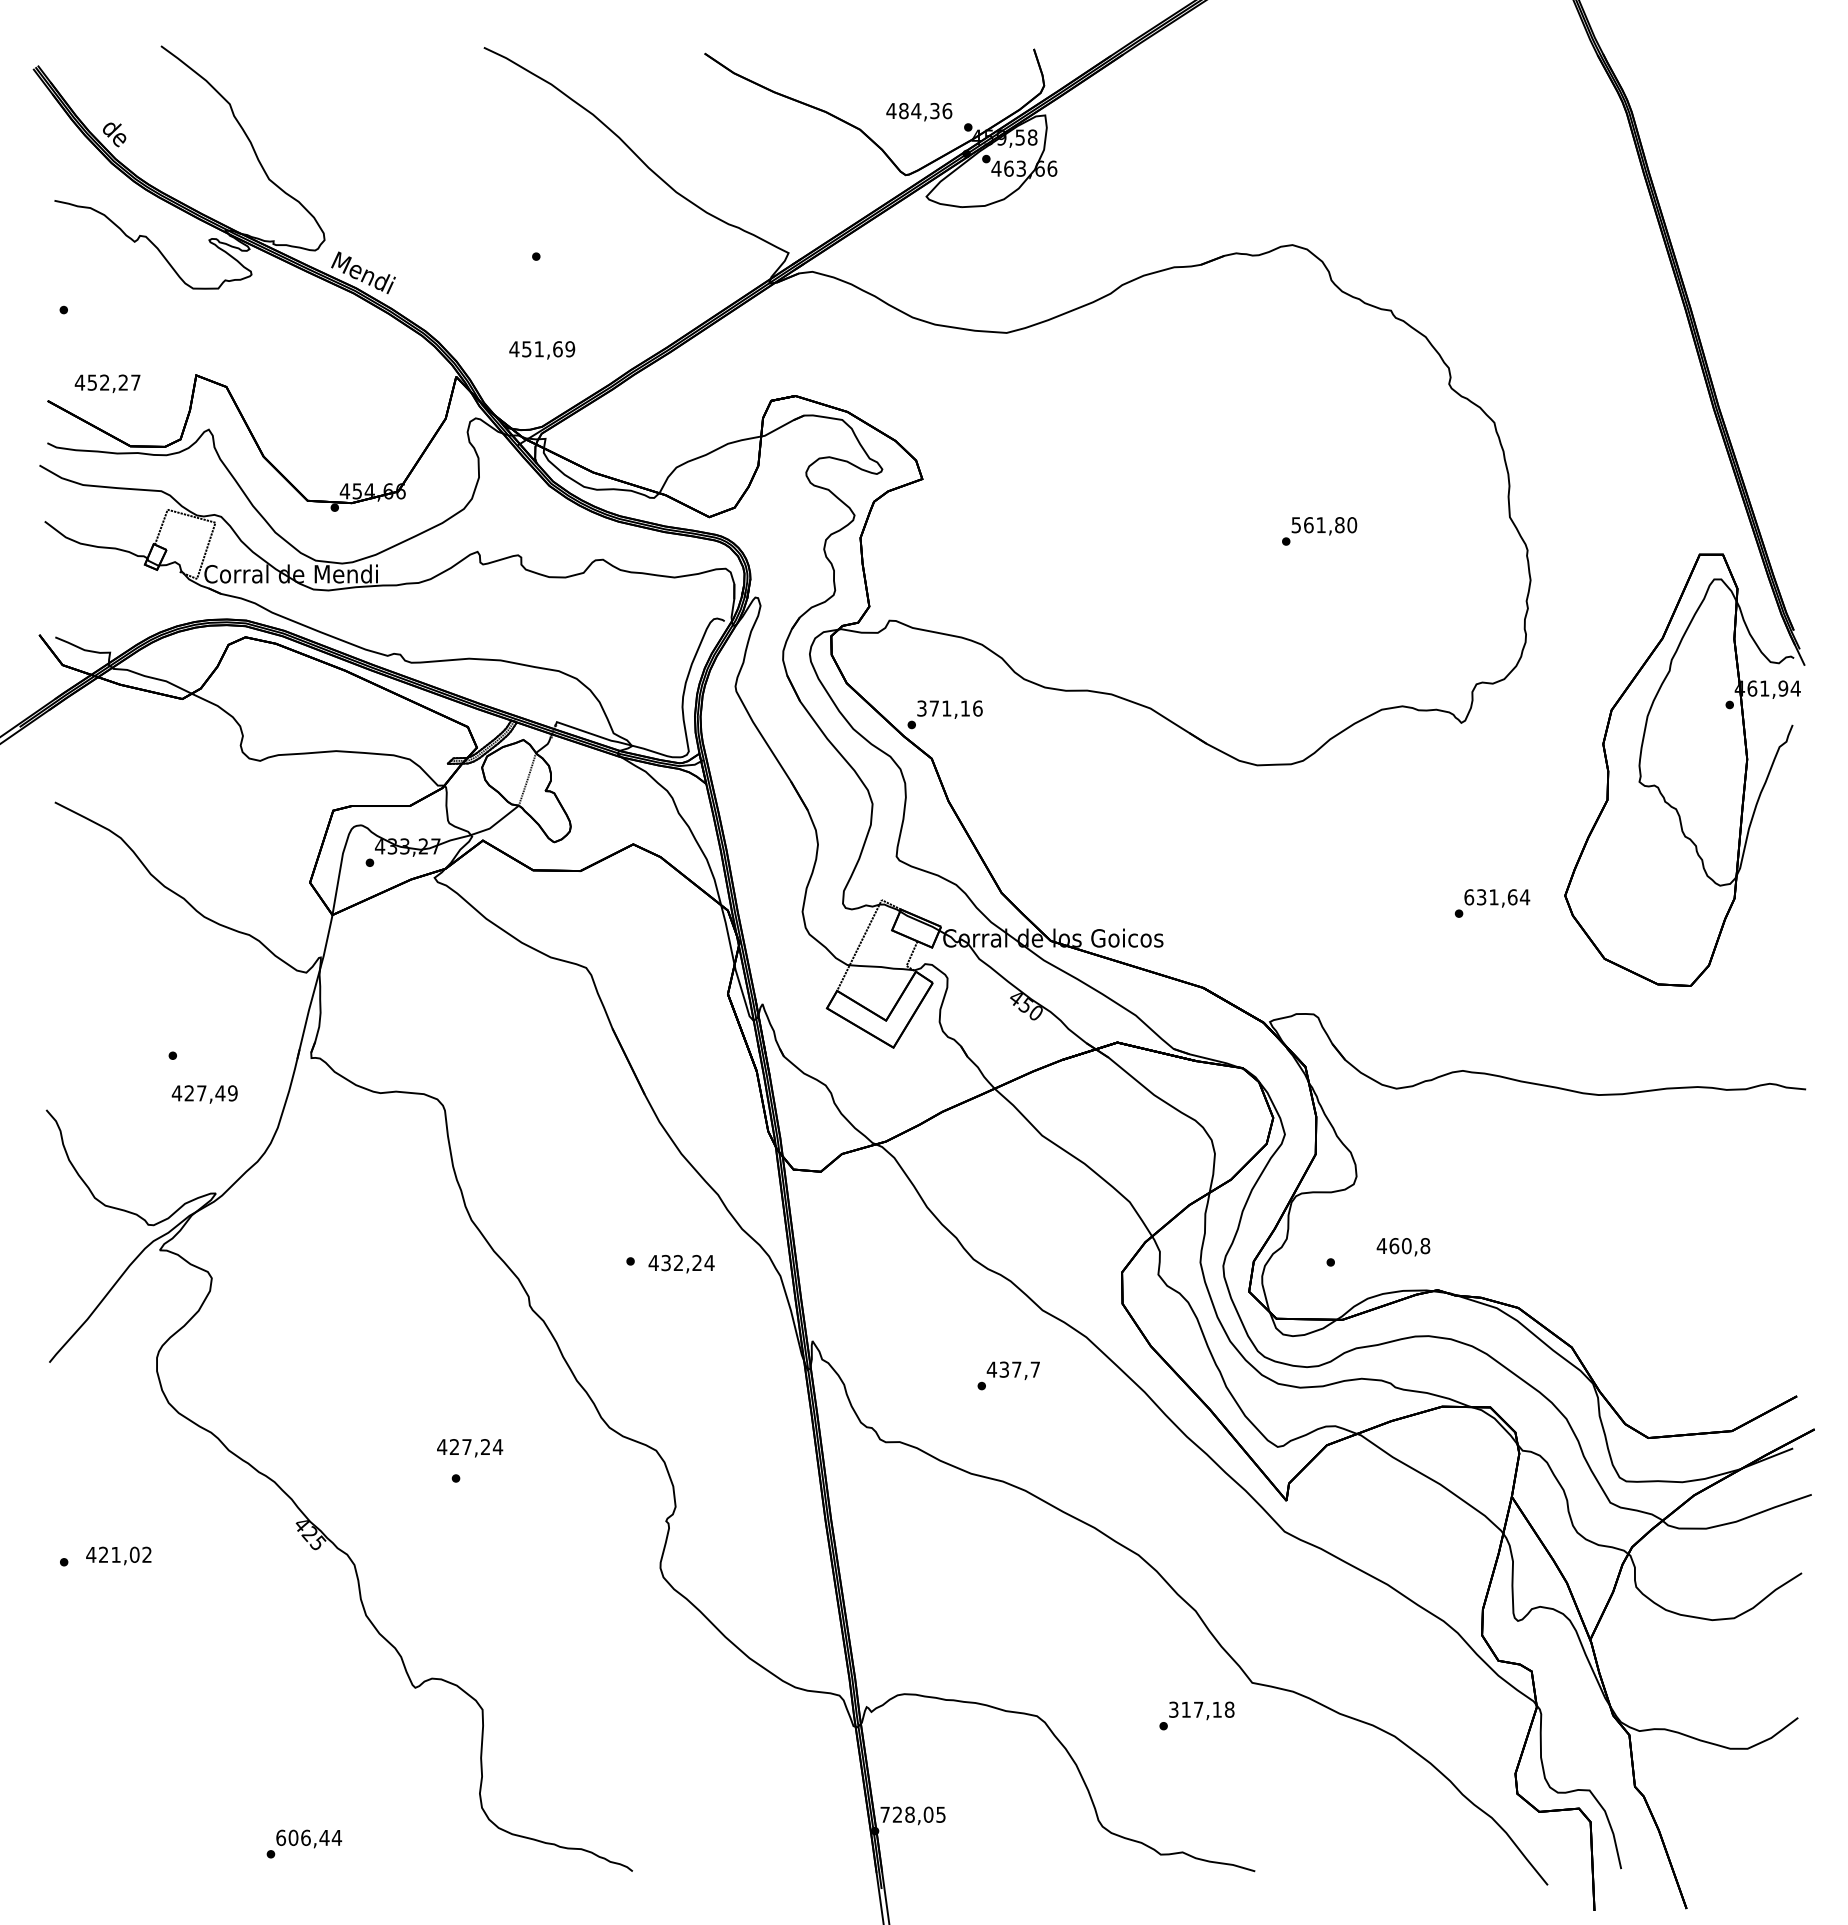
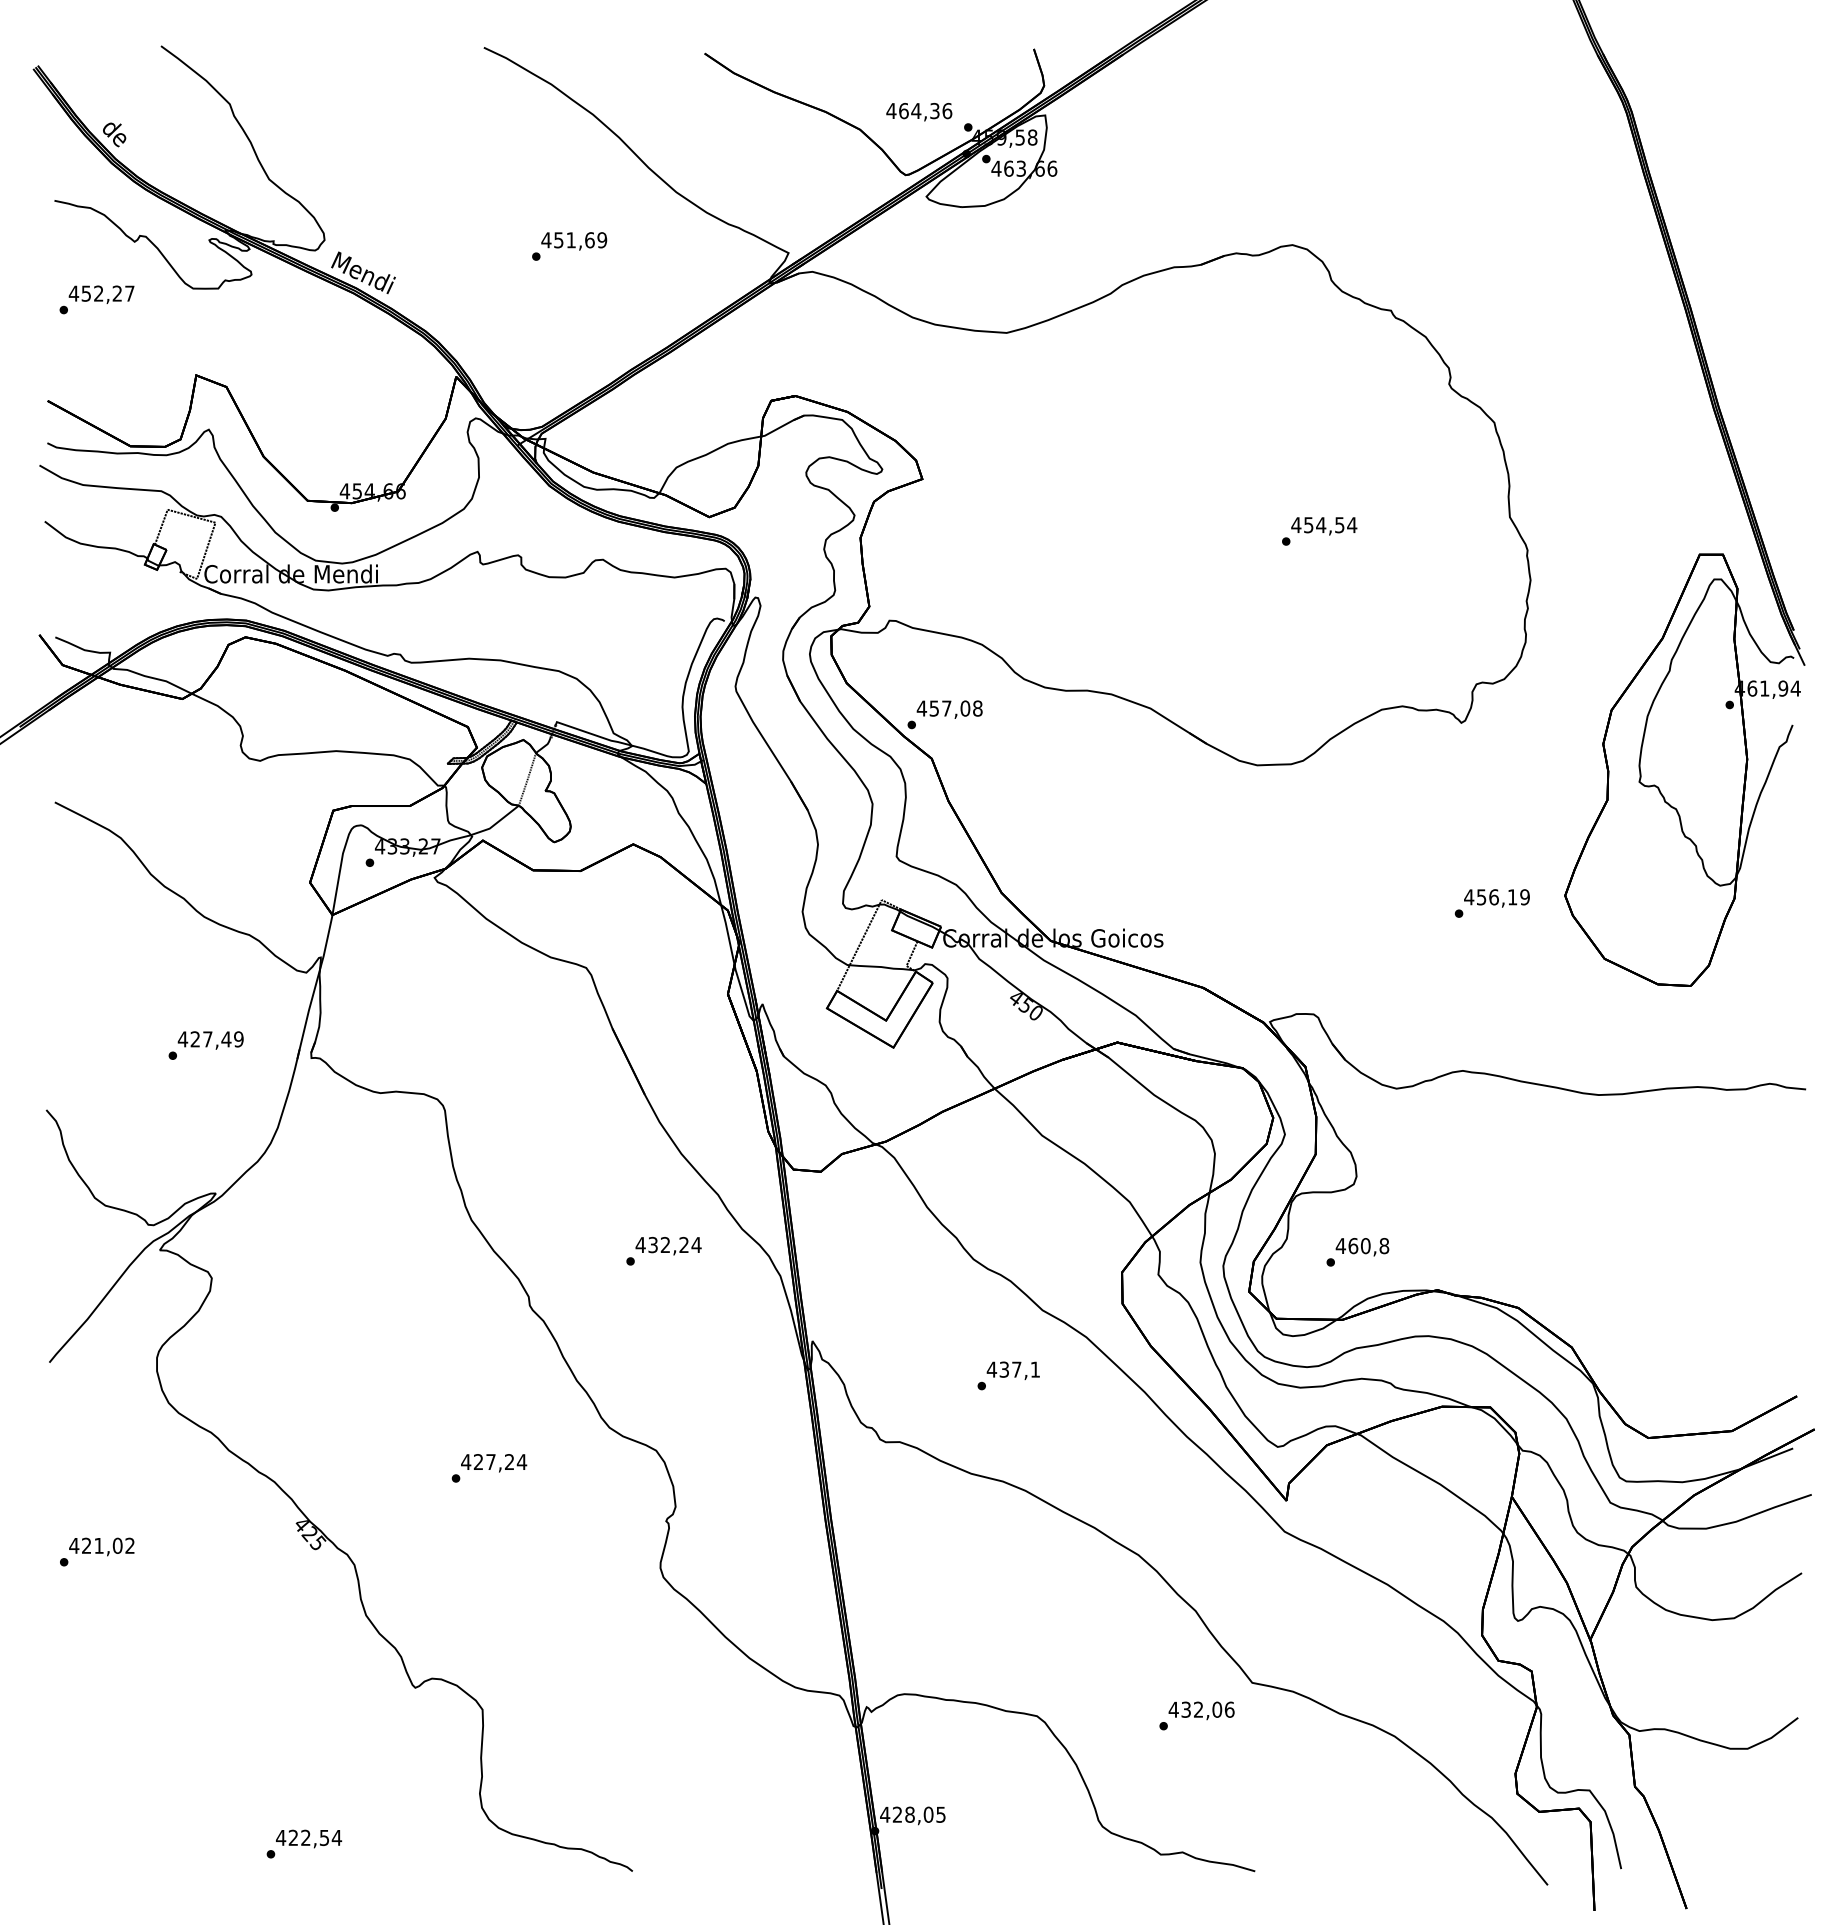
text at (903, 110): 484,36 -> 464,36
text at (542, 350) position: (542, 350) -> (574, 241)
text at (107, 383) position: (107, 383) -> (101, 294)
text at (1324, 525): 561,80 -> 454,54
text at (949, 708): 371,16 -> 457,08
text at (1497, 897): 631,64 -> 456,19
text at (204, 1094) position: (204, 1094) -> (210, 1040)
text at (1403, 1247) position: (1403, 1247) -> (1362, 1247)
text at (681, 1264) position: (681, 1264) -> (668, 1246)
text at (1034, 1369): 437,7 -> 437,1
text at (470, 1448) position: (470, 1448) -> (494, 1463)
text at (118, 1555) position: (118, 1555) -> (101, 1546)
text at (1201, 1709): 317,18 -> 432,06
text at (885, 1814): 728,05 -> 428,05
text at (302, 1837): 606,44 -> 422,54
